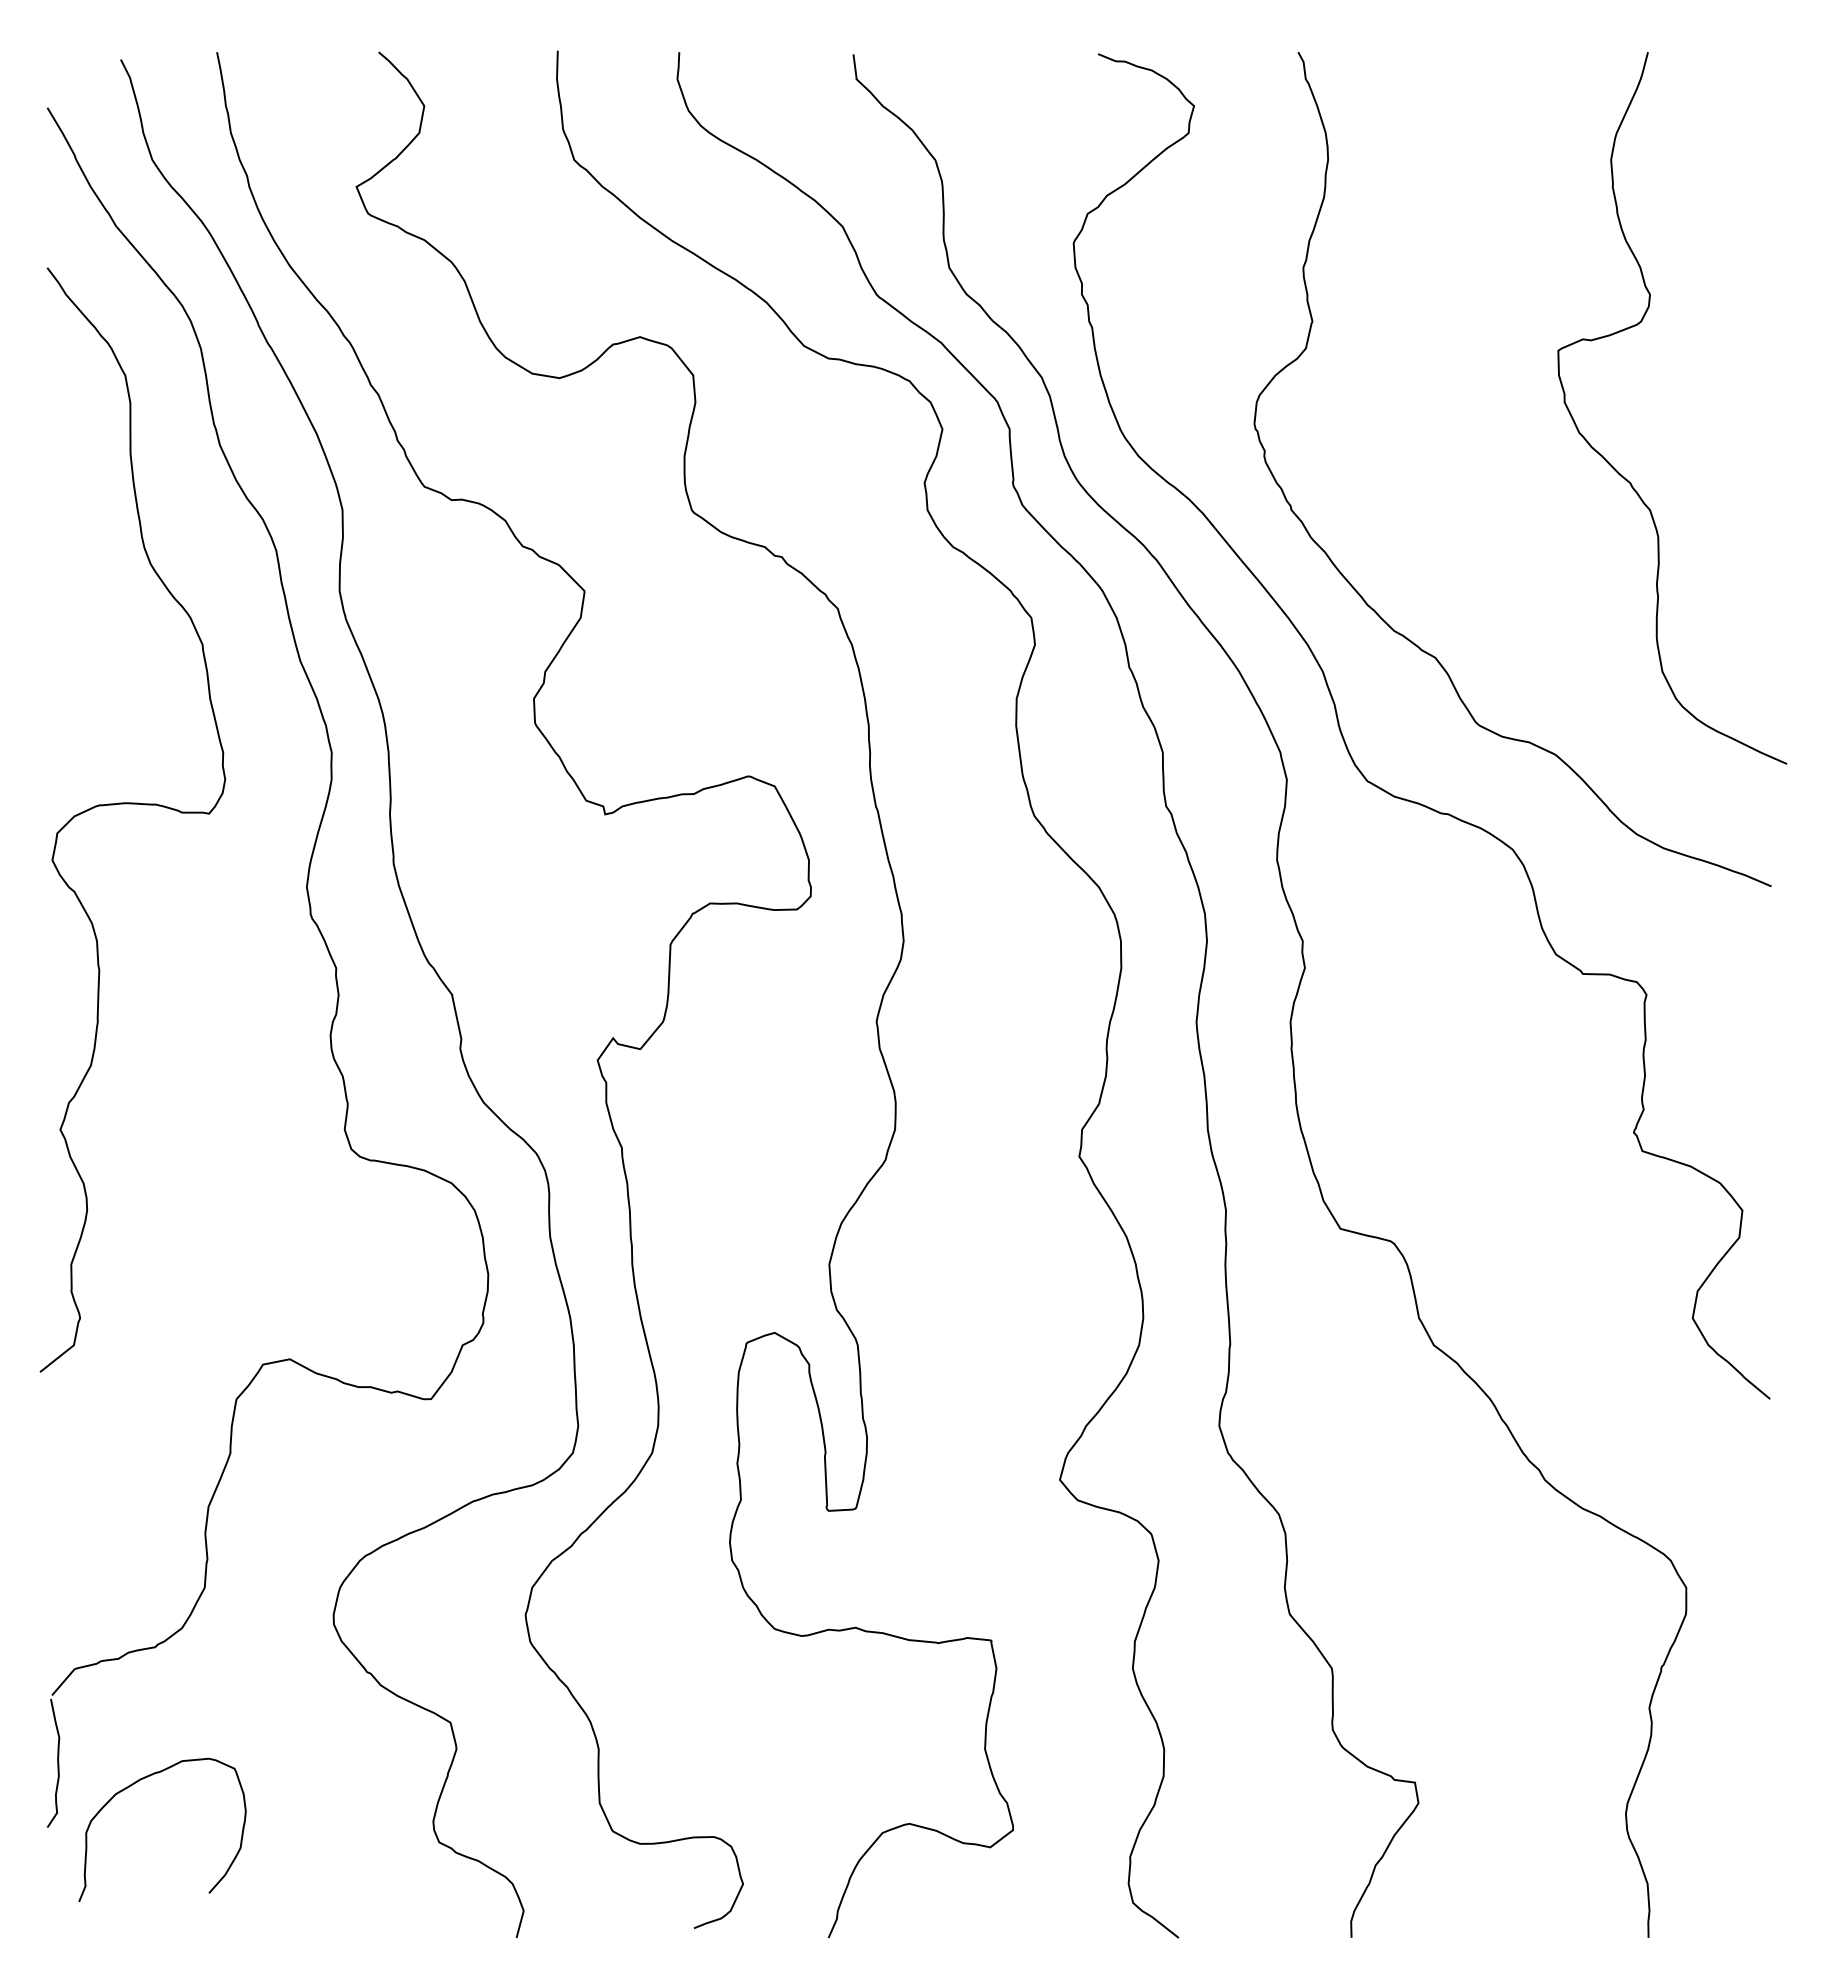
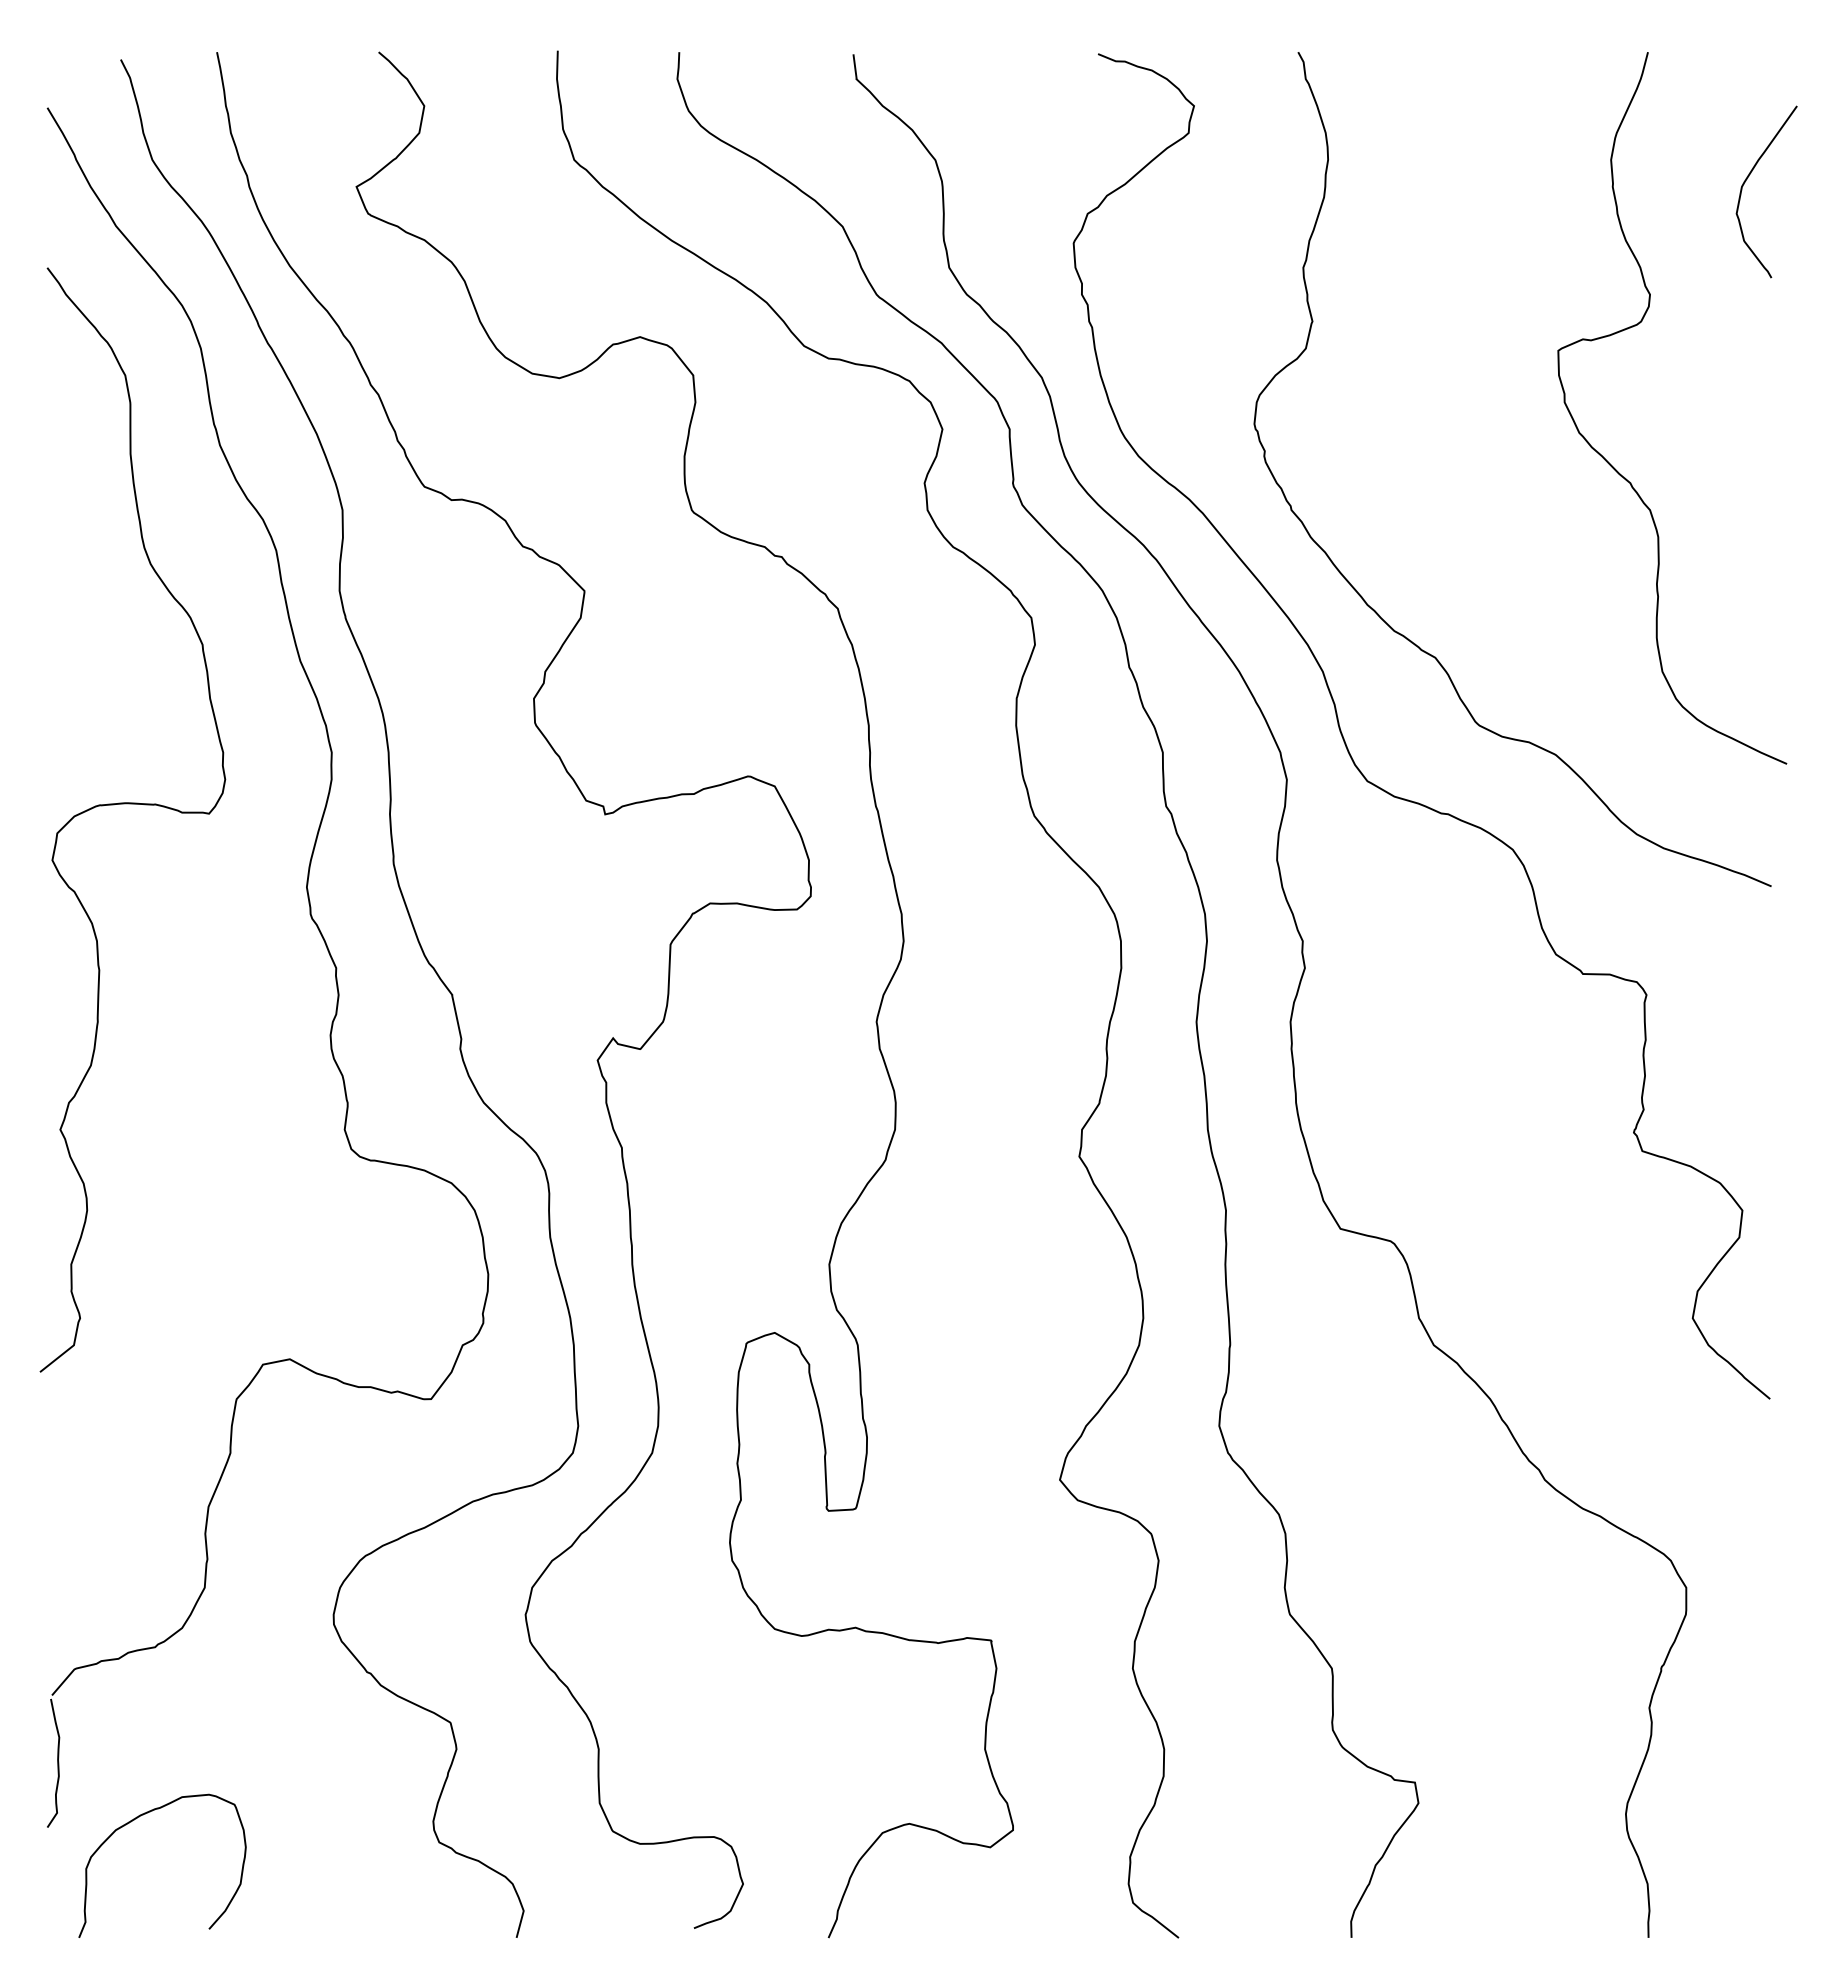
curve at (1746, 181): none -> present
curve at (134, 1784) position: (134, 1784) -> (134, 1820)
